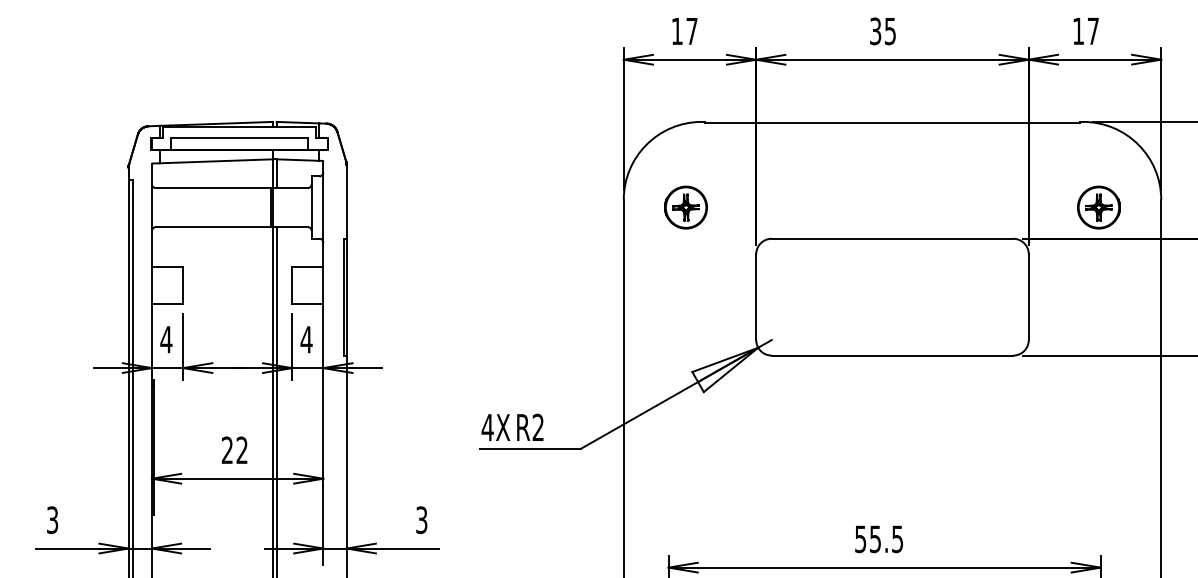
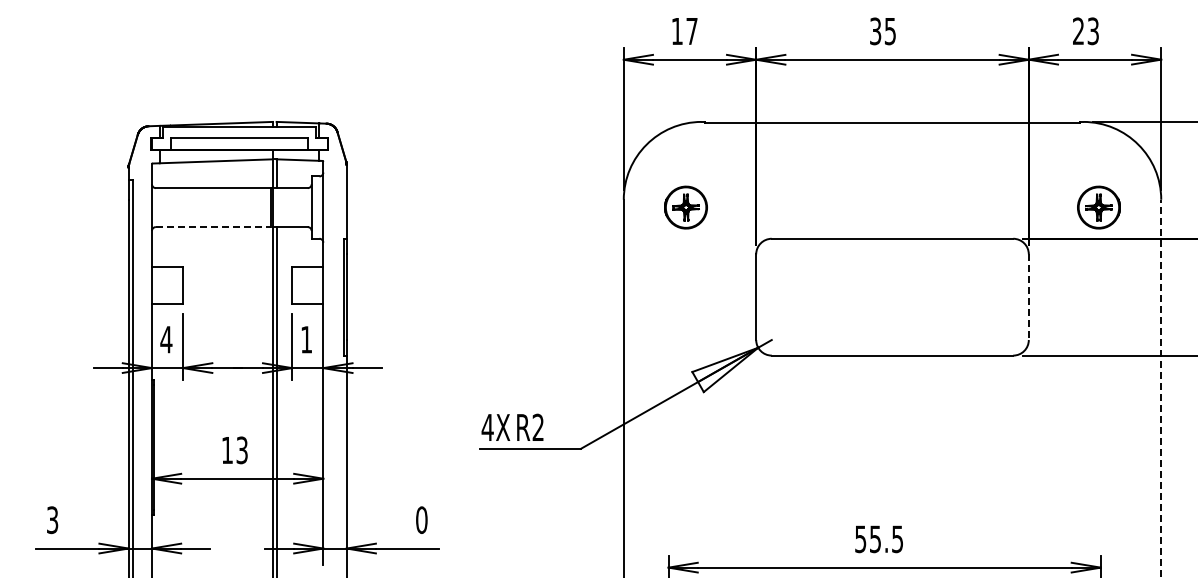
text at (1085, 31): 17 -> 23
line at (213, 227): solid -> dashed
line at (1028, 297): solid -> dashed
text at (306, 339): 4 -> 1
line at (1161, 388): solid -> dashed
text at (234, 450): 22 -> 13
text at (421, 520): 3 -> 0
